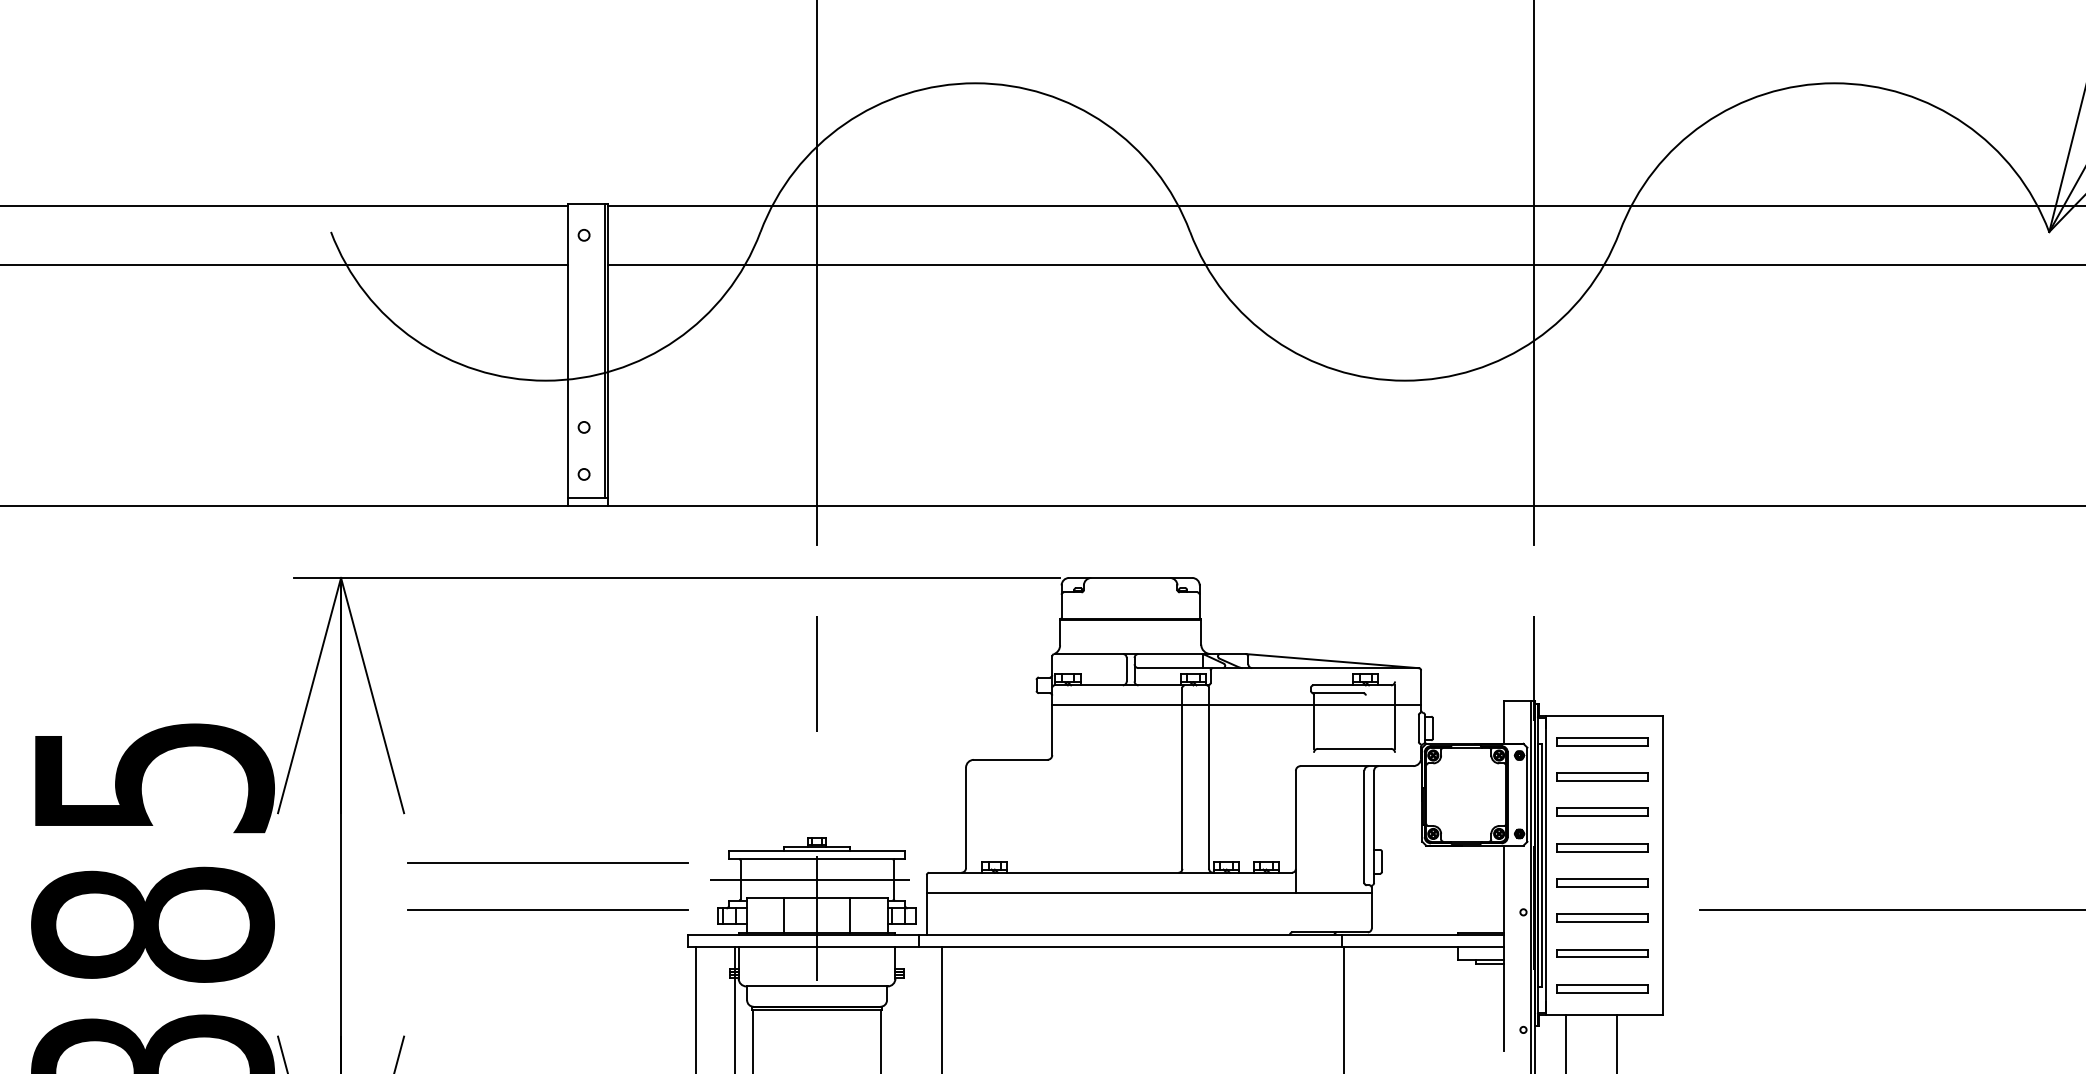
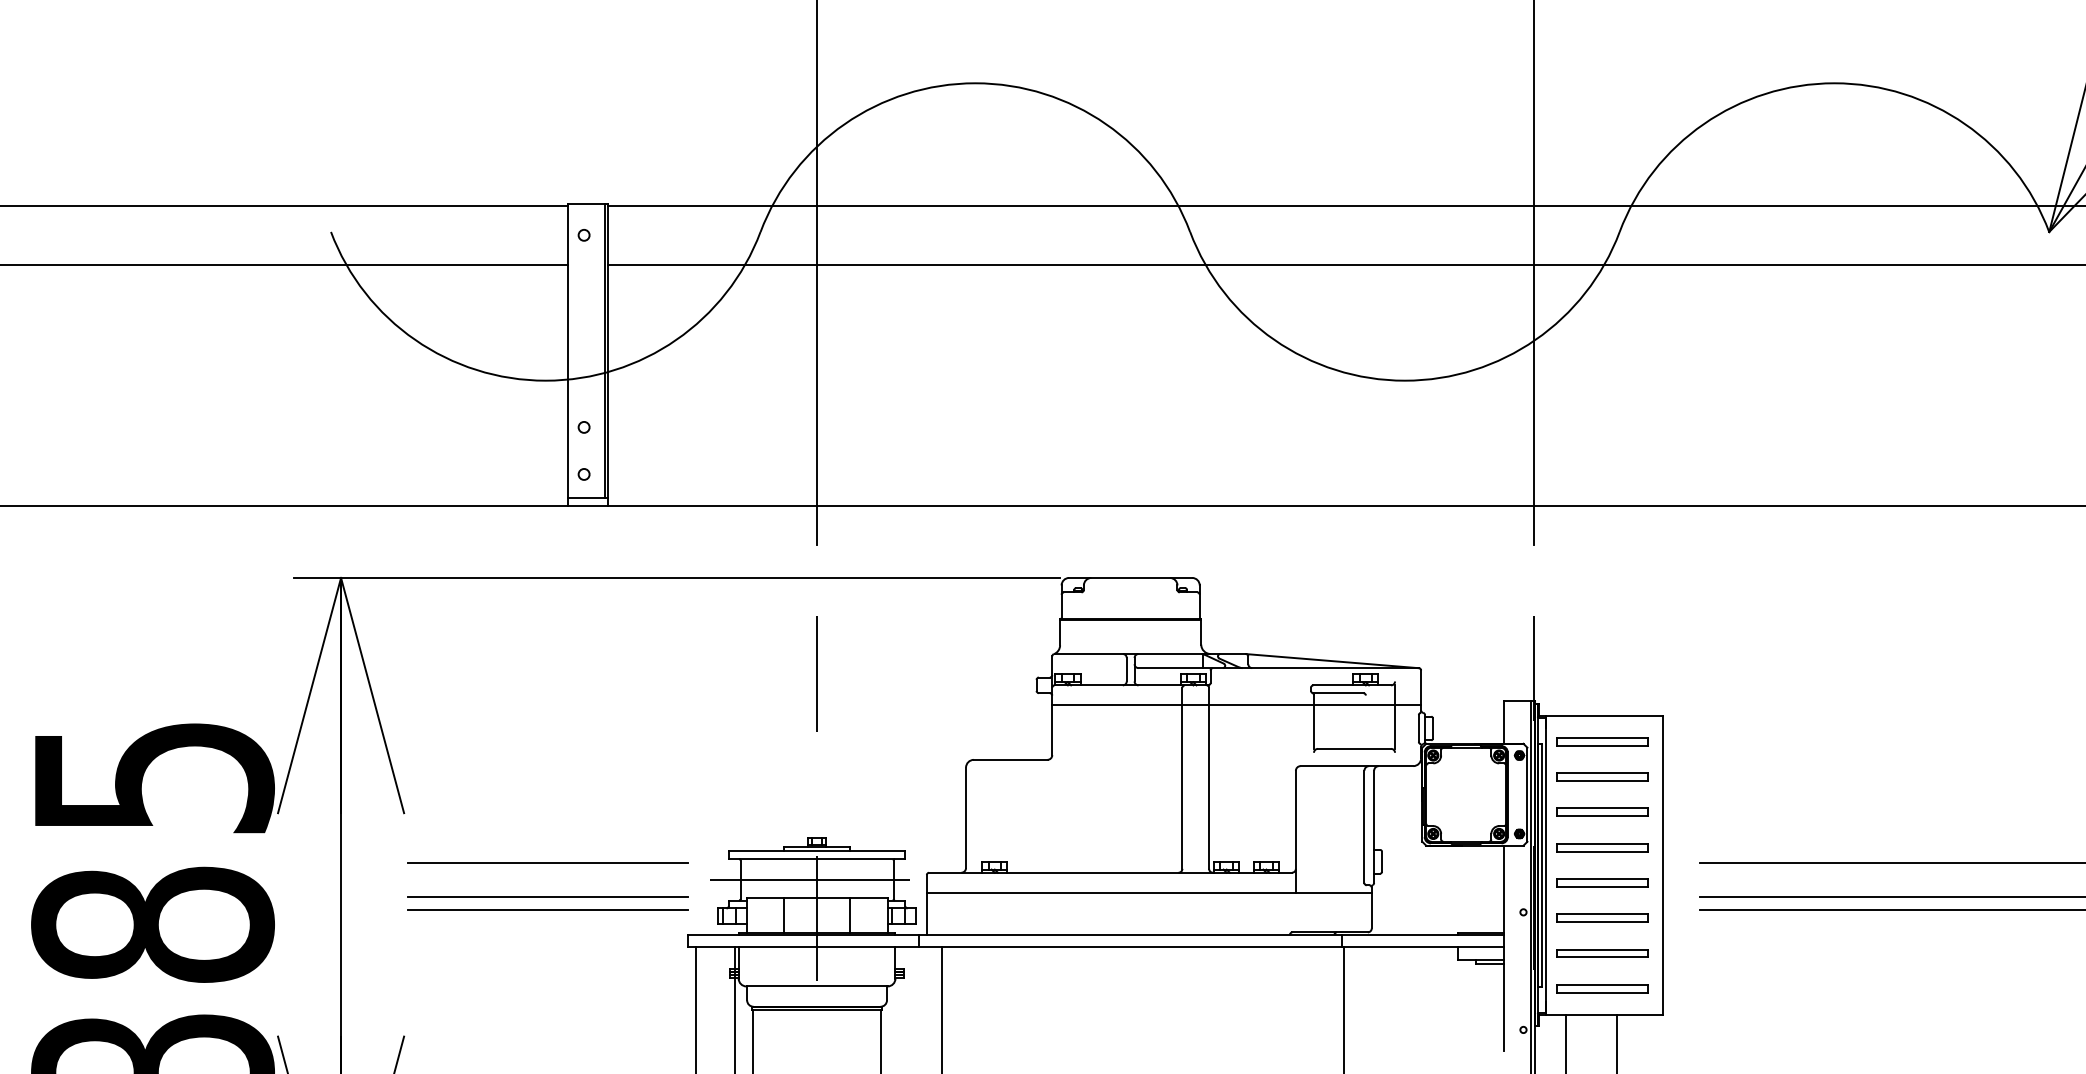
line at (1890, 862): none -> present
line at (547, 897): none -> present
line at (1890, 897): none -> present
